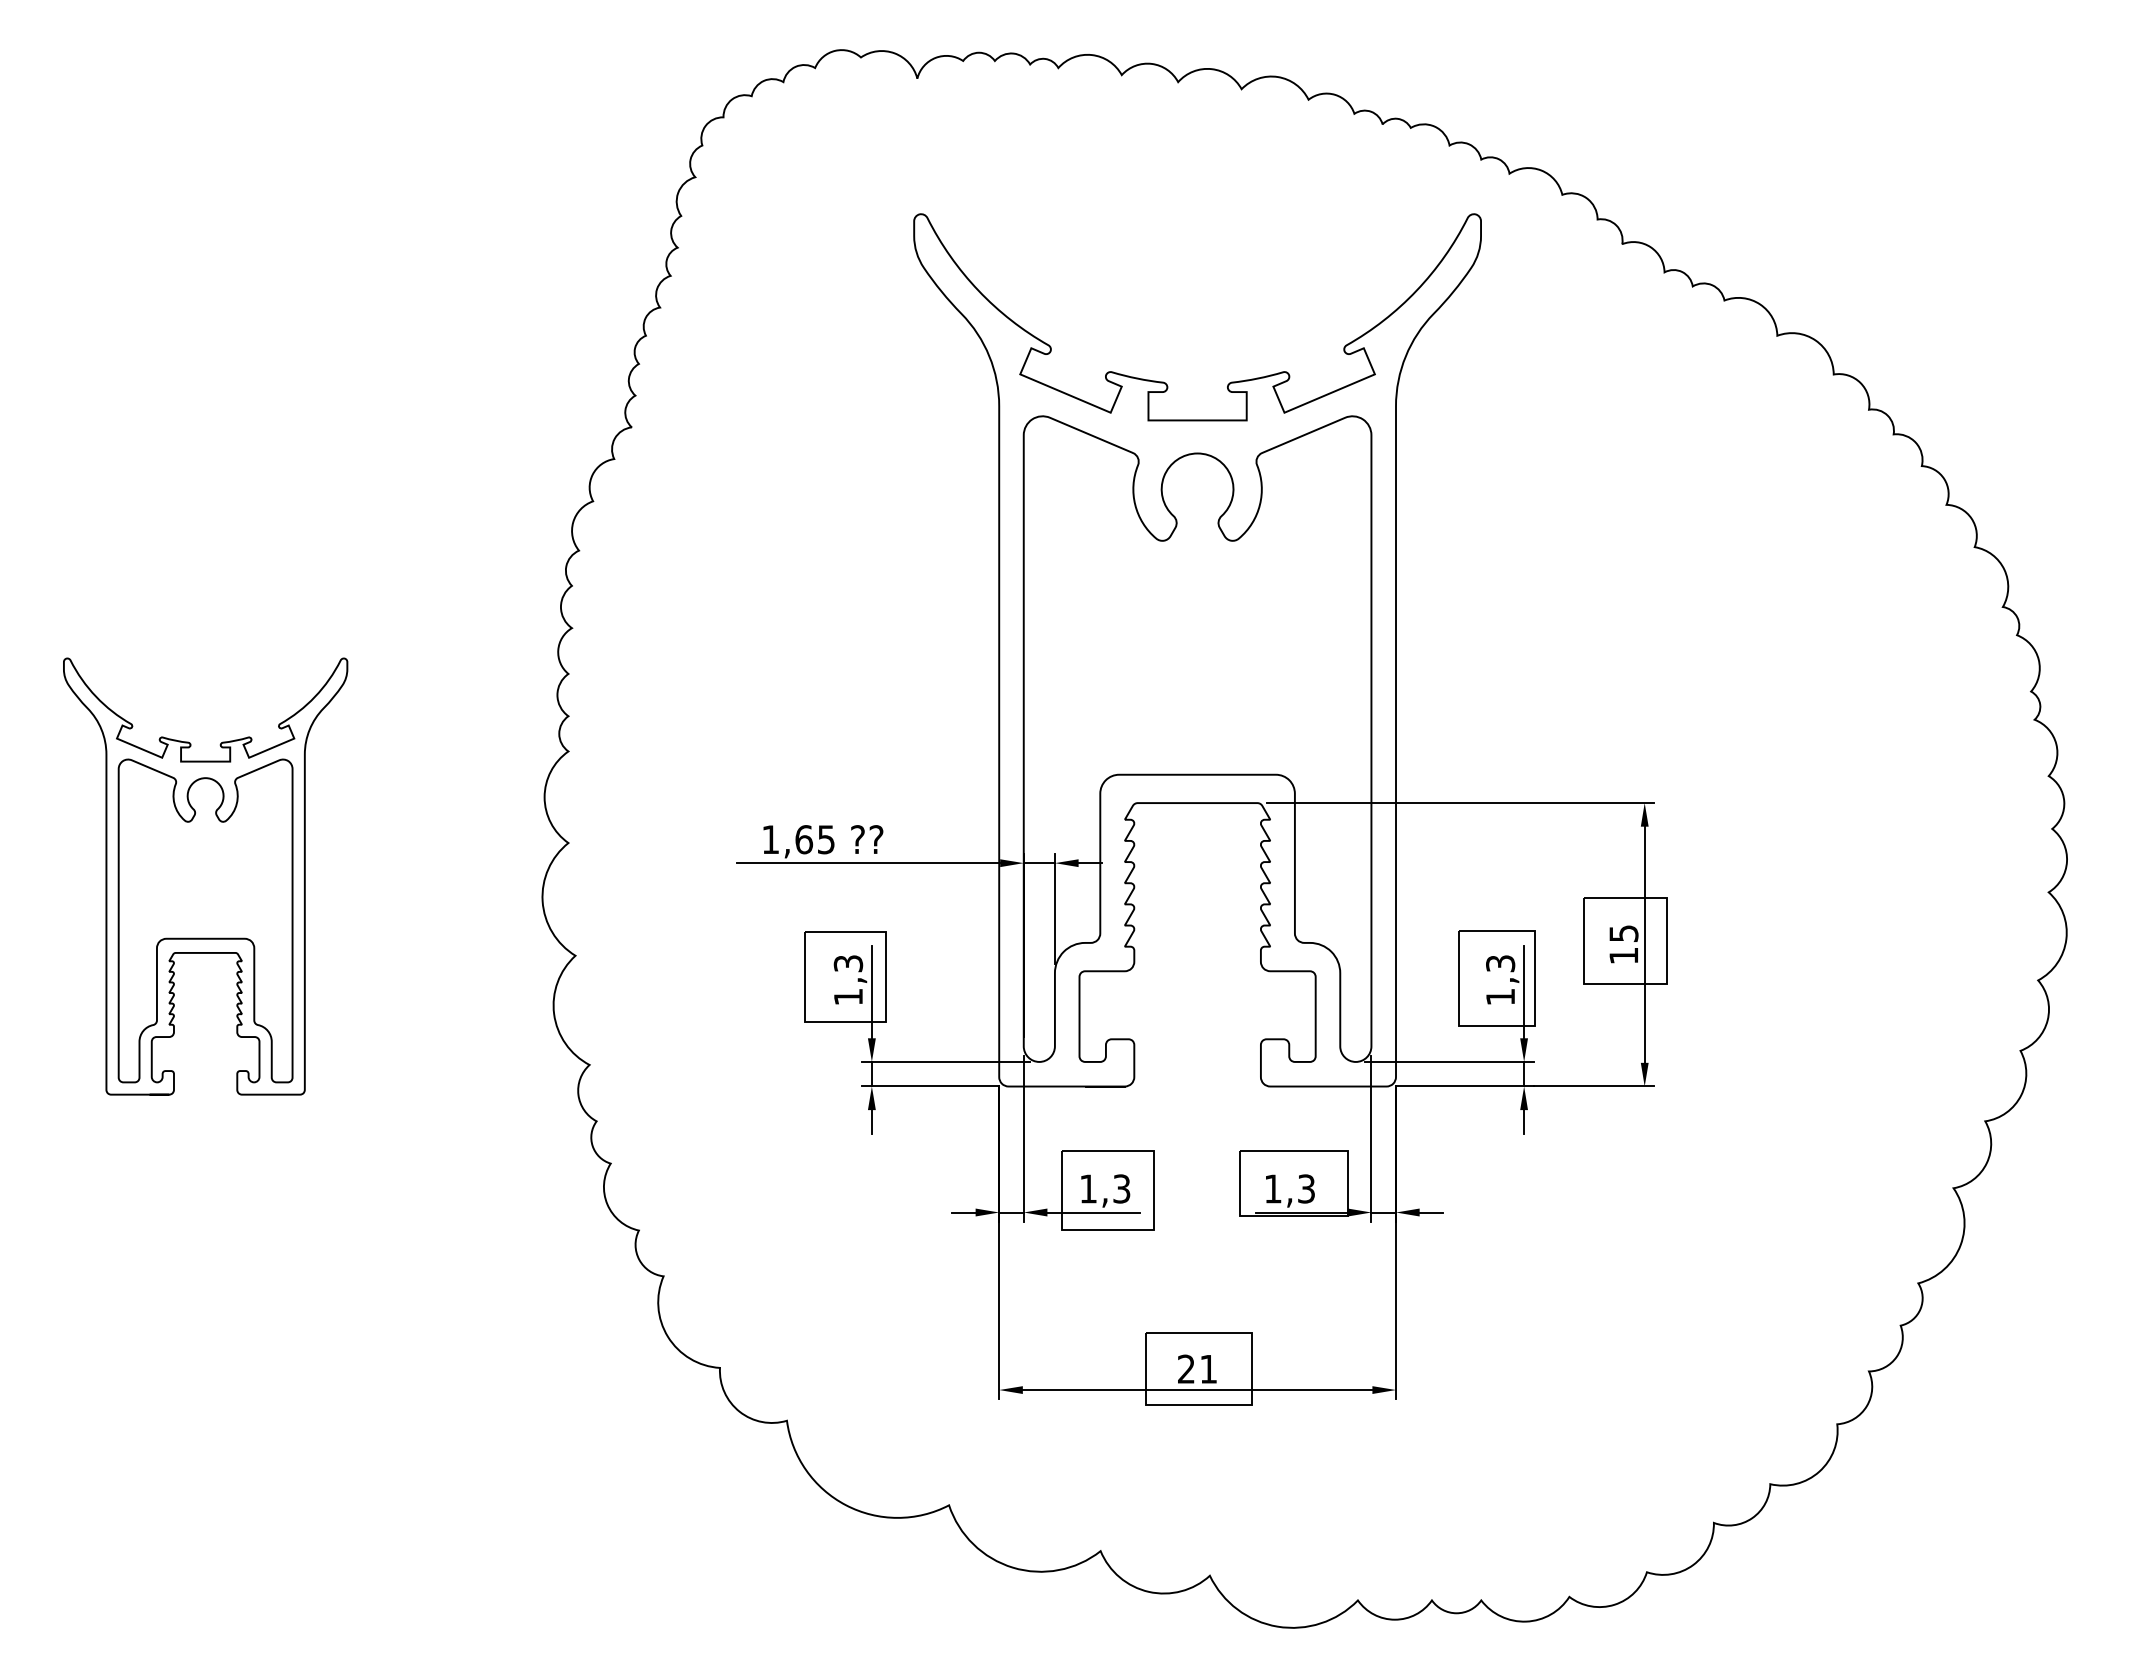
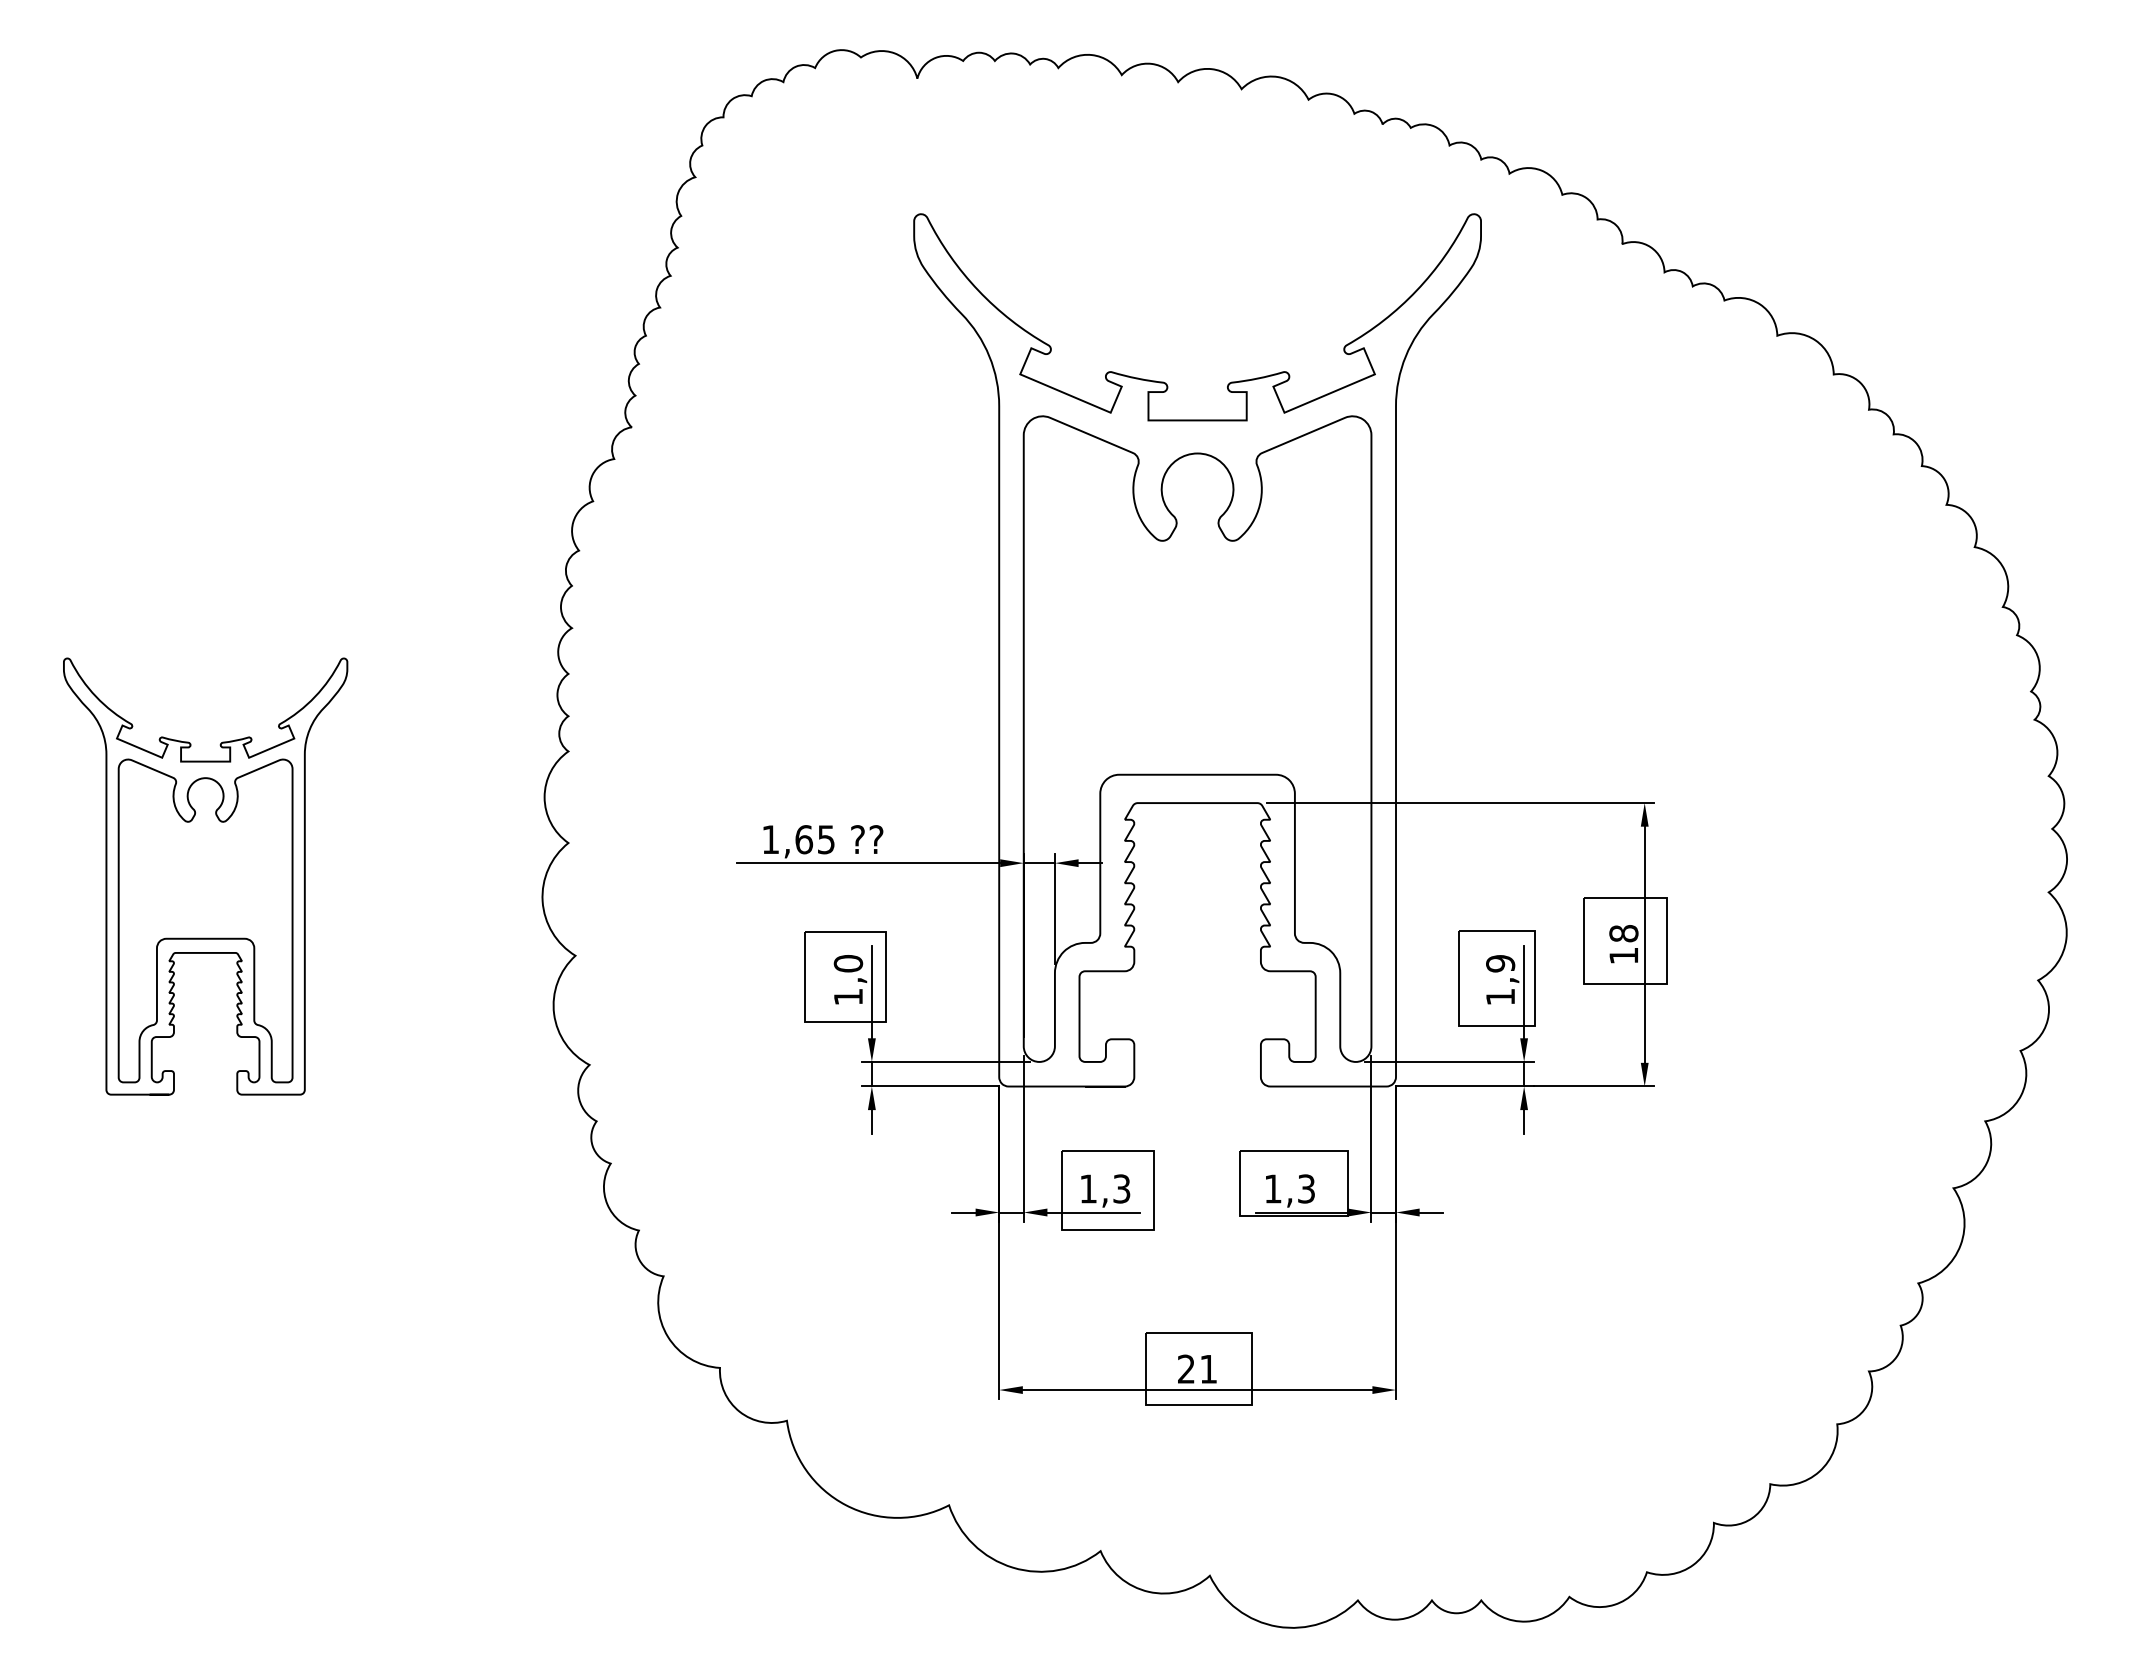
text at (1623, 933): 15 -> 18
text at (848, 963): 1,3 -> 1,0
text at (1500, 963): 1,3 -> 1,9
